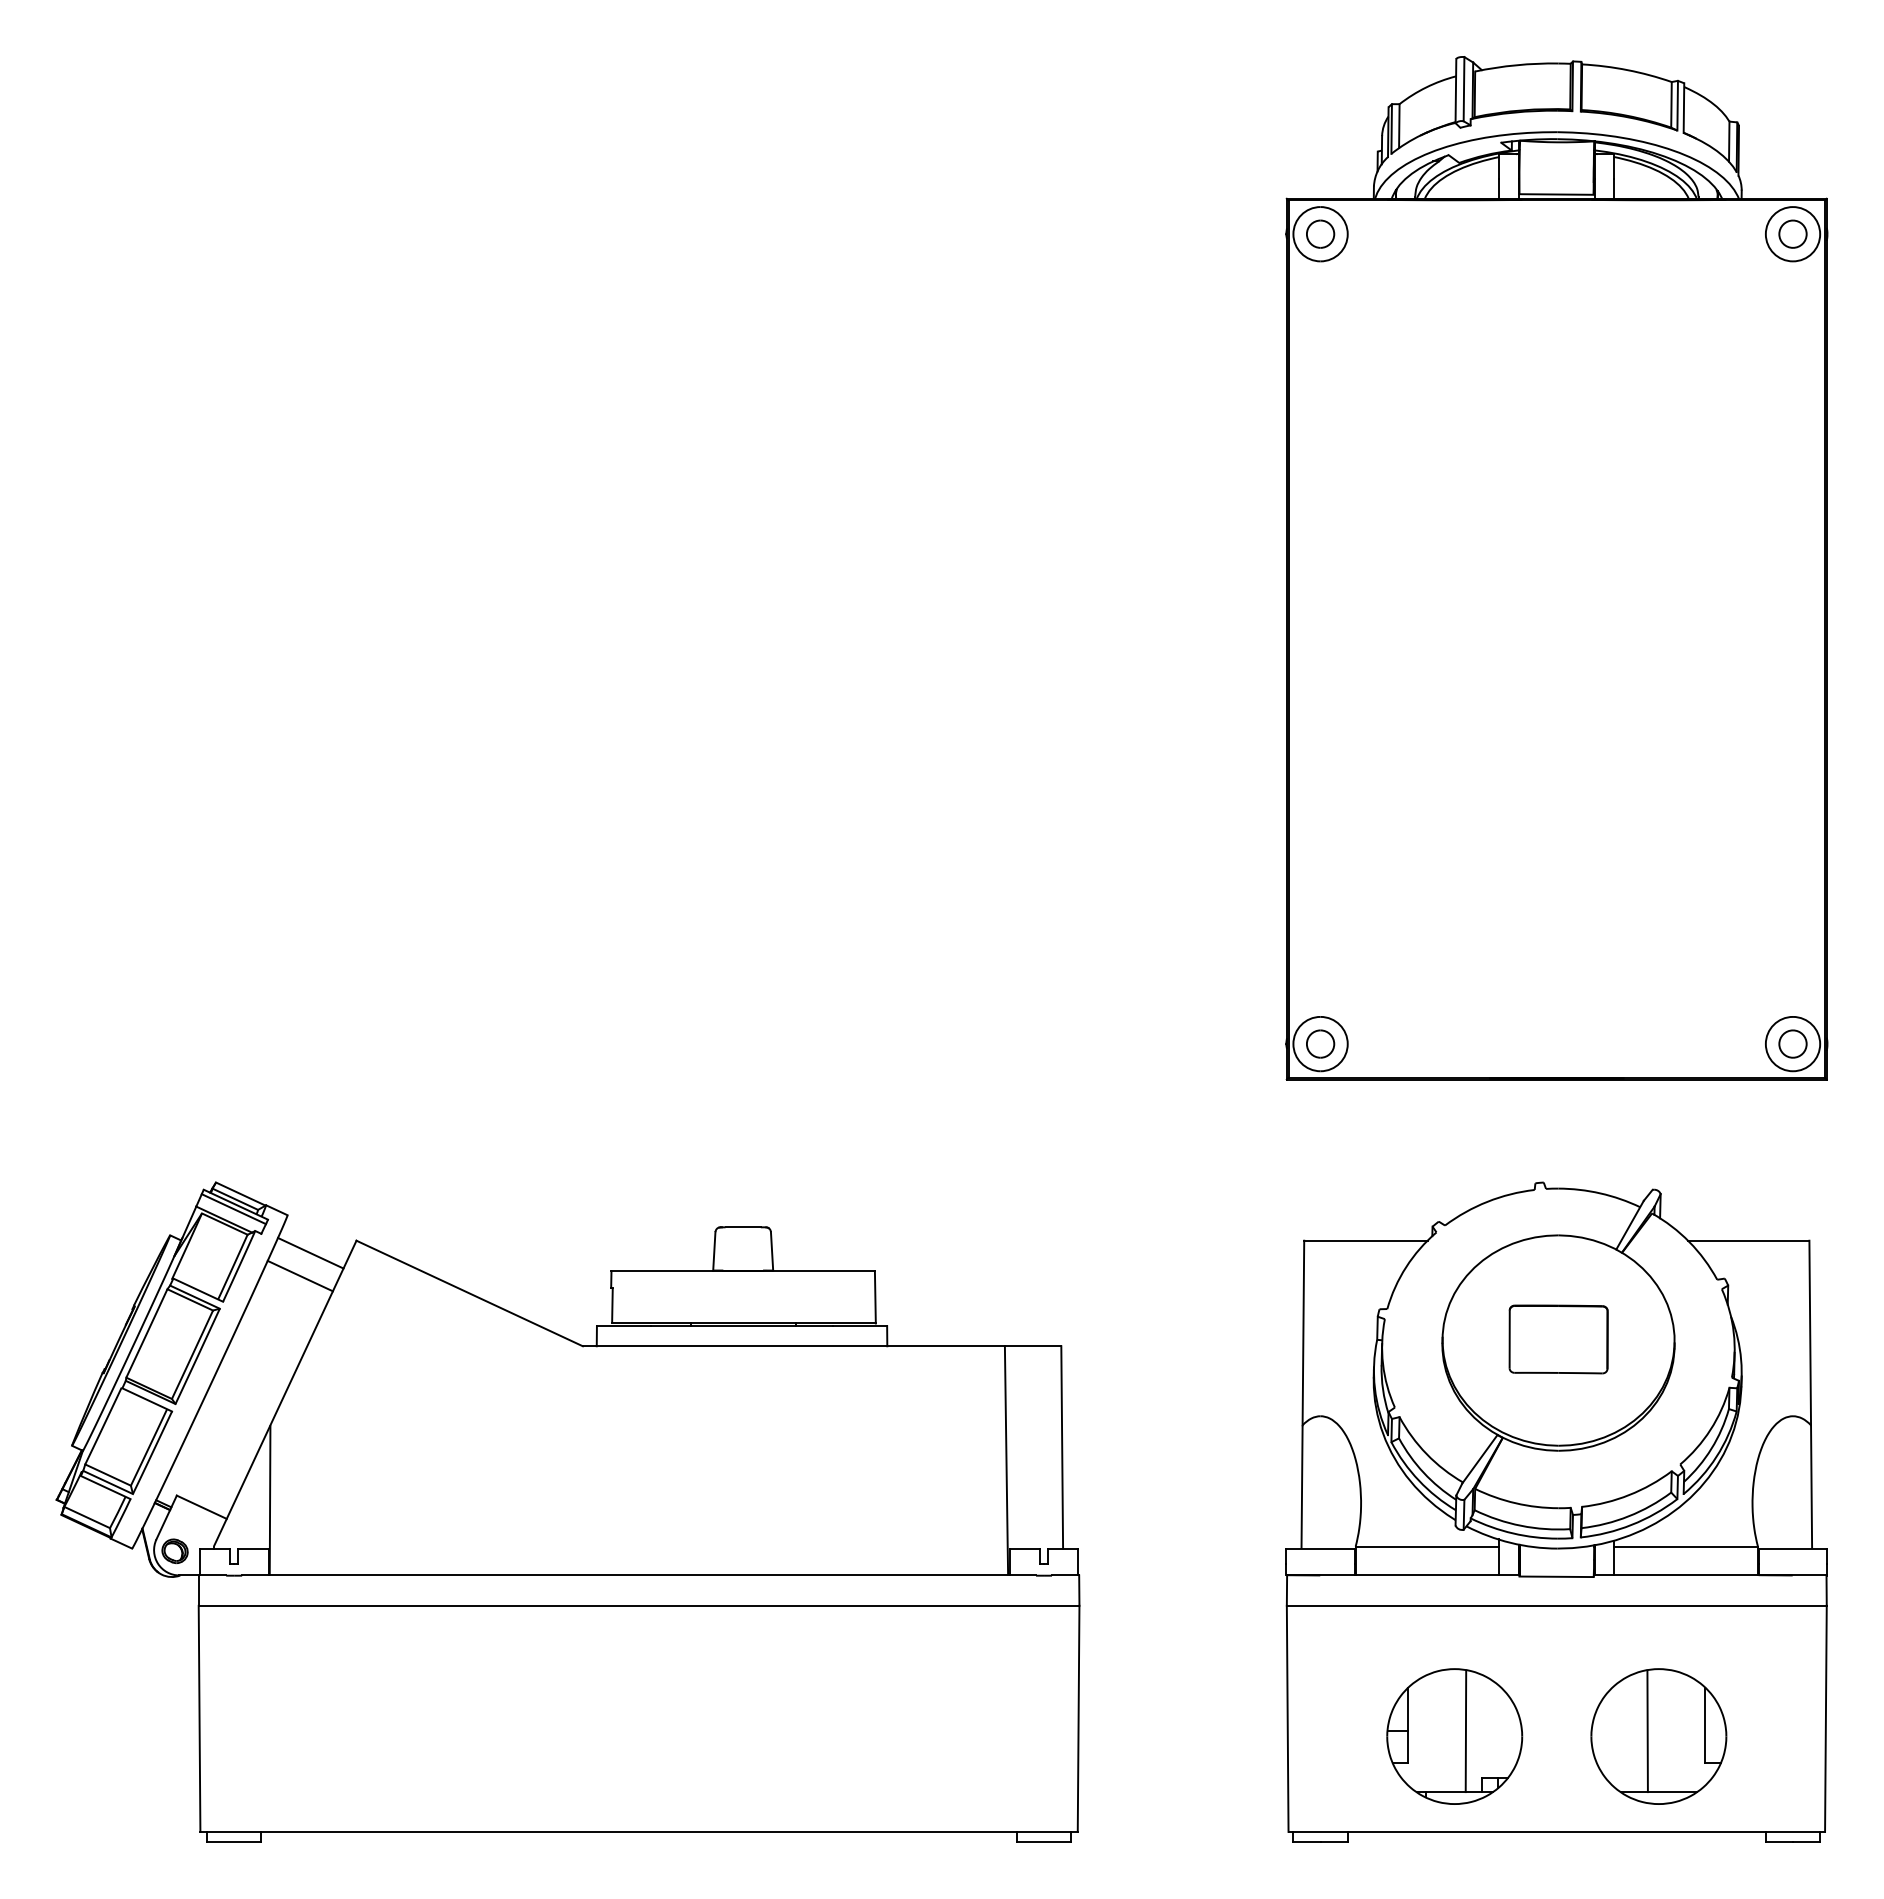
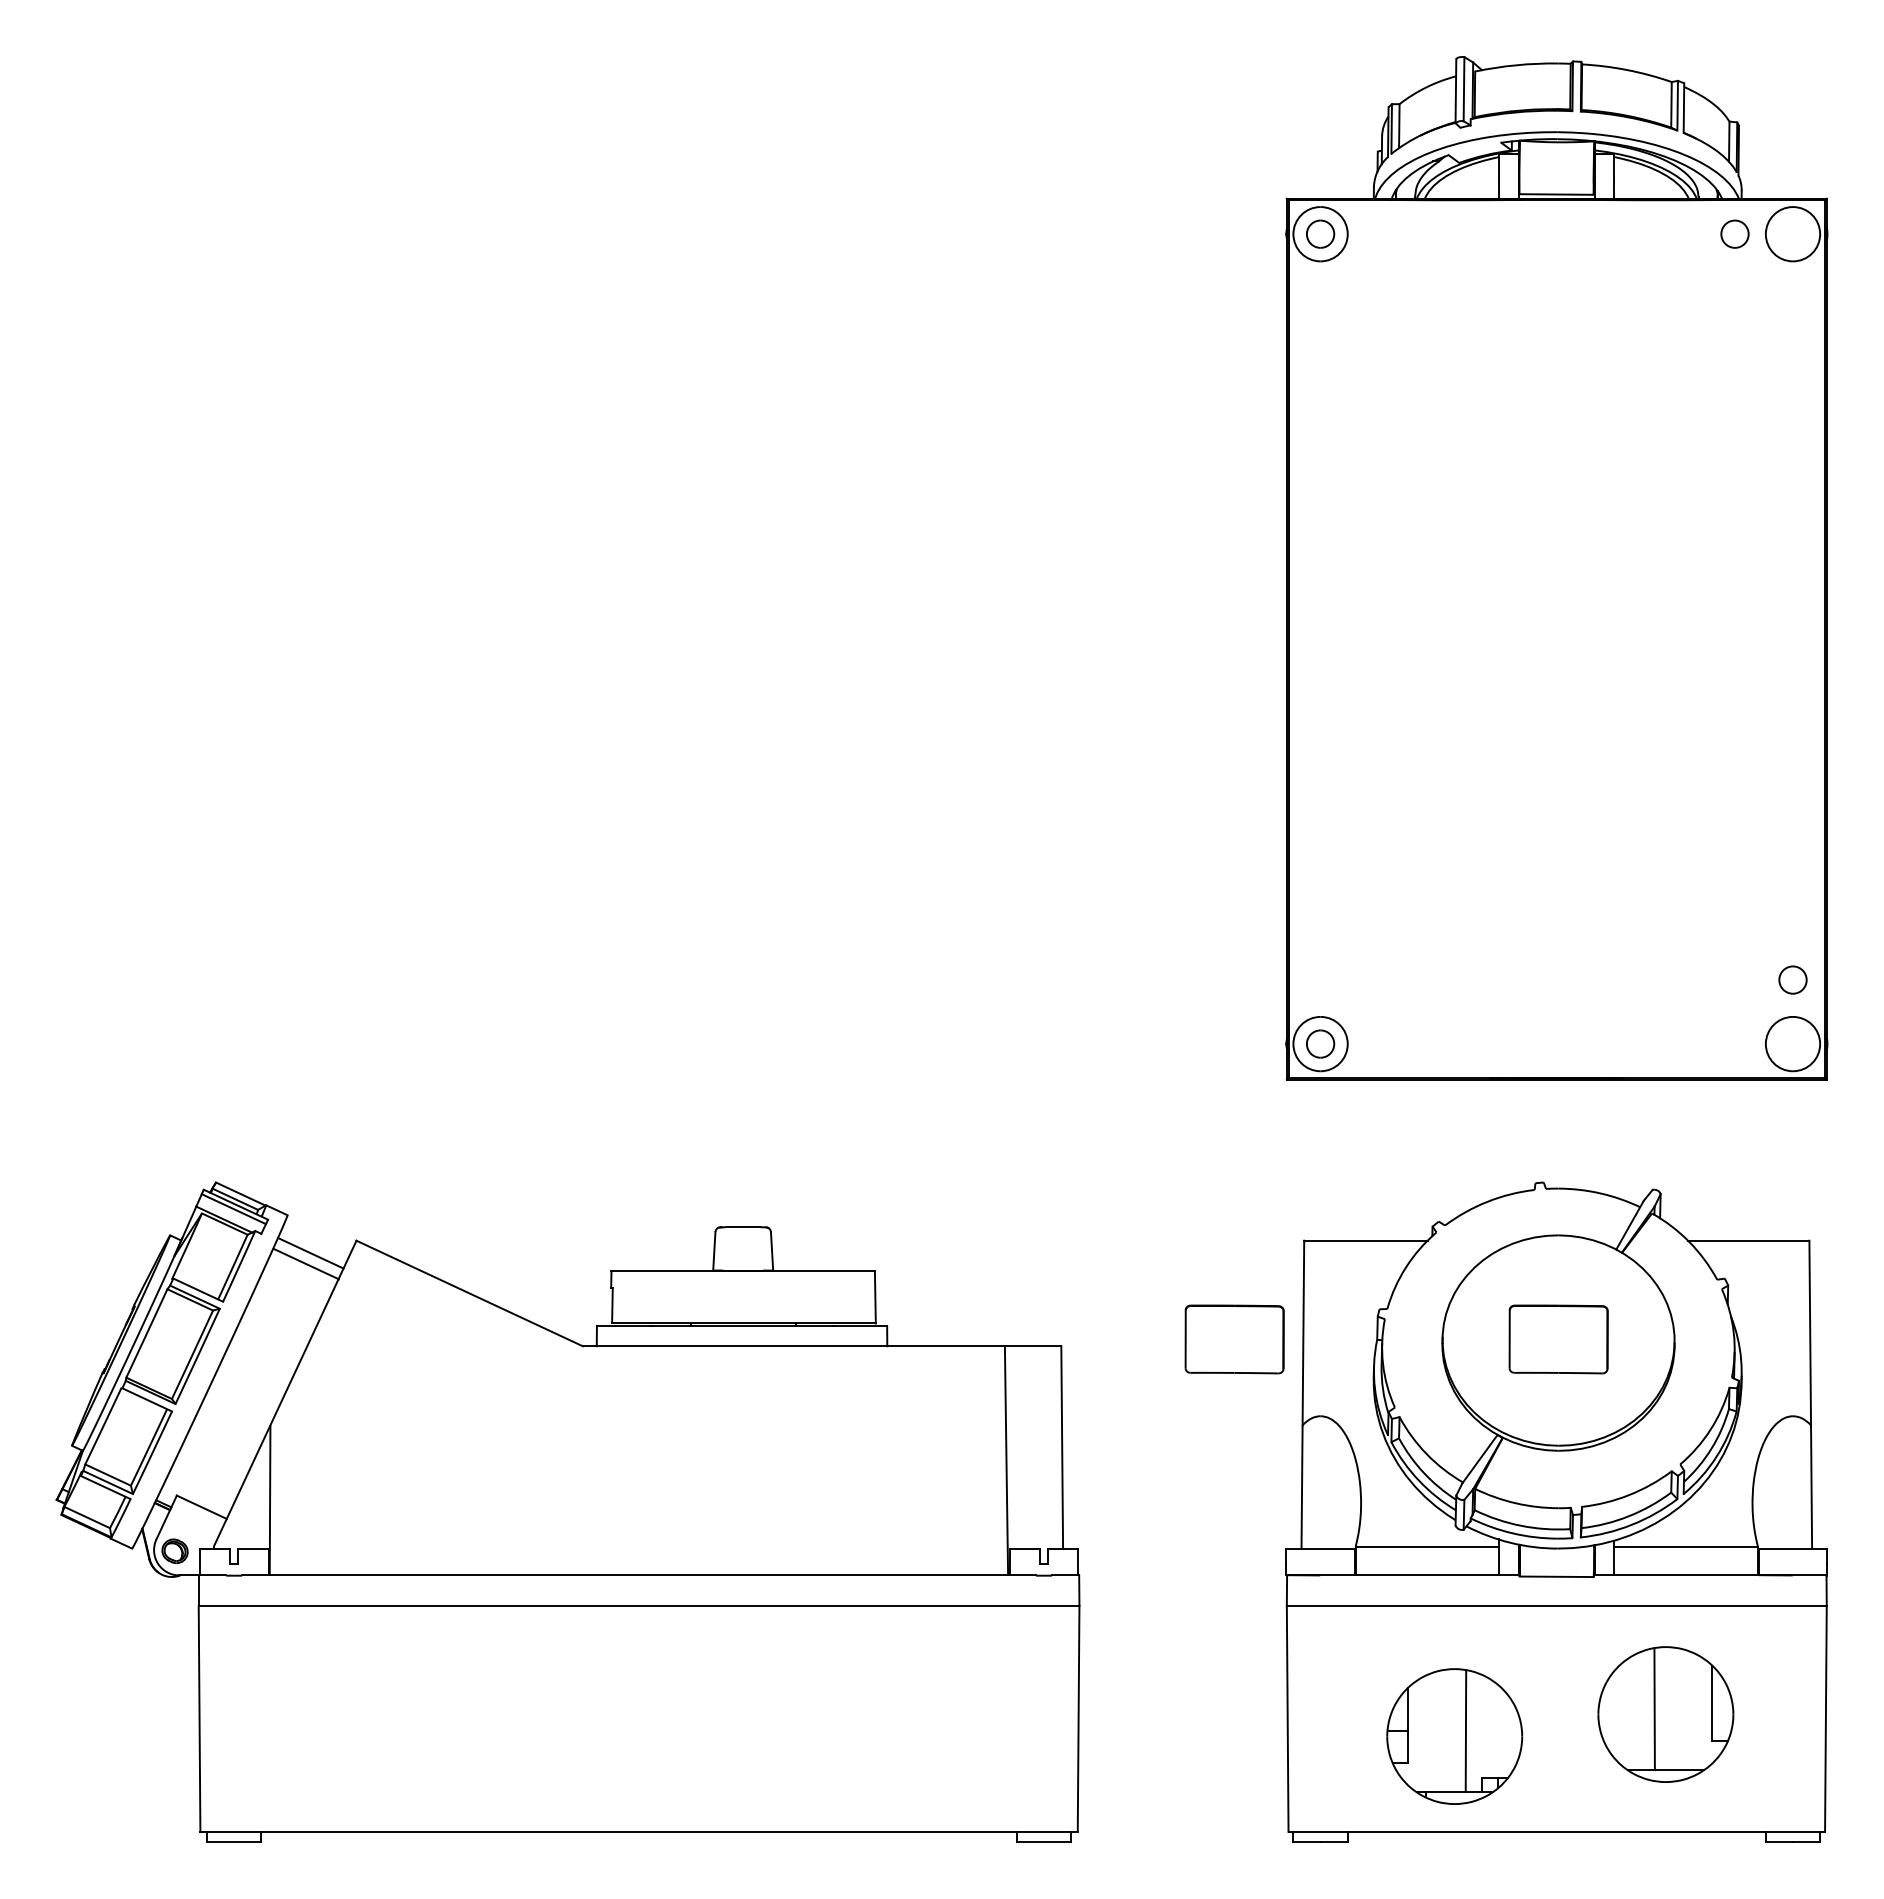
part at (1792, 233) position: (1792, 233) -> (1734, 233)
part at (1792, 1043) position: (1792, 1043) -> (1792, 979)
line at (299, 1275) position: (299, 1275) -> (305, 1263)
part at (1234, 1339): none -> present
part at (1658, 1736) position: (1658, 1736) -> (1665, 1714)
